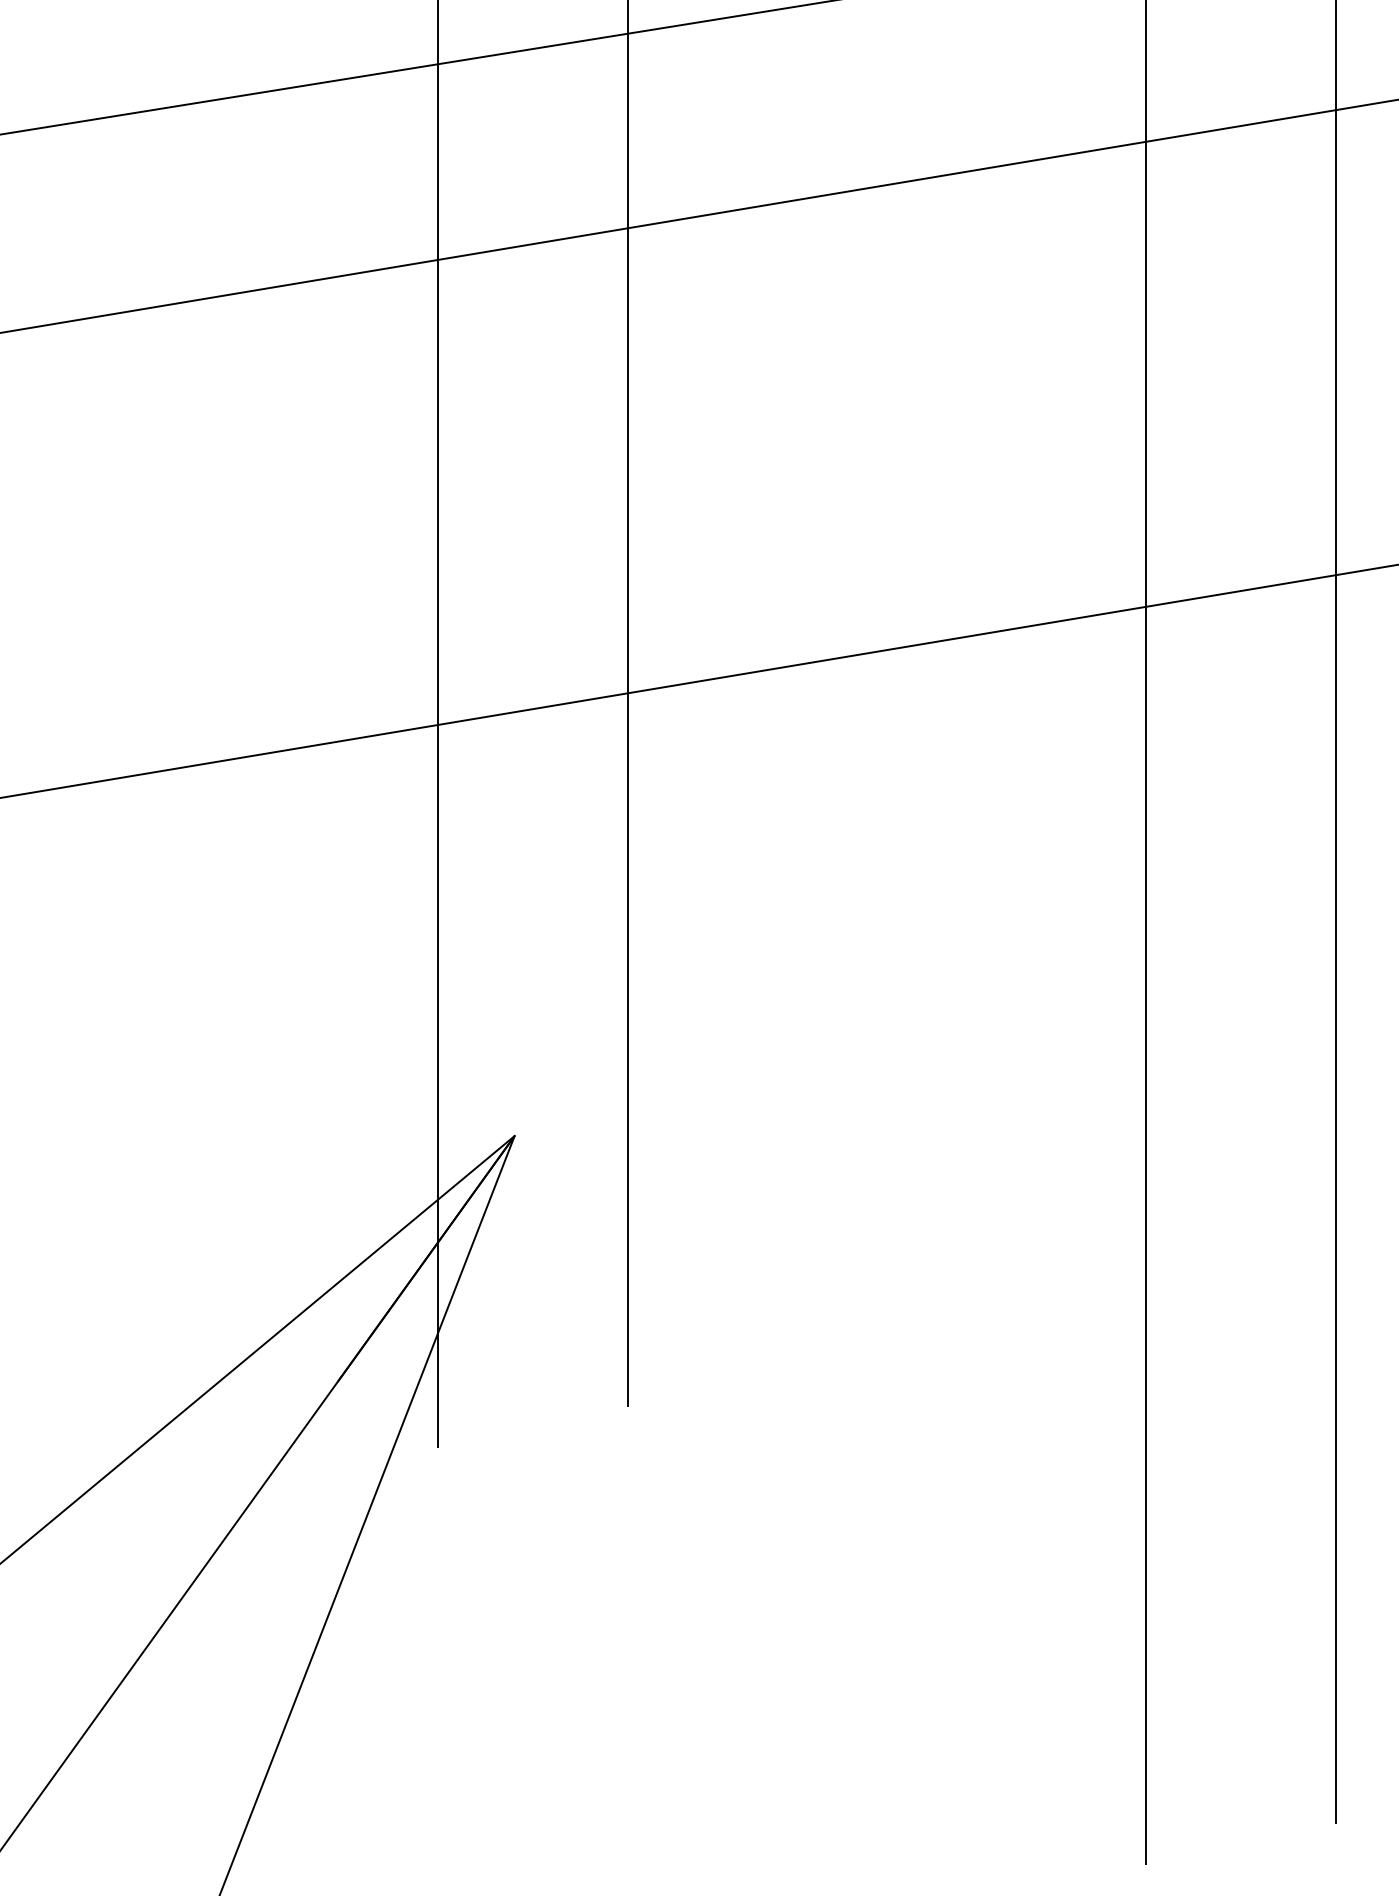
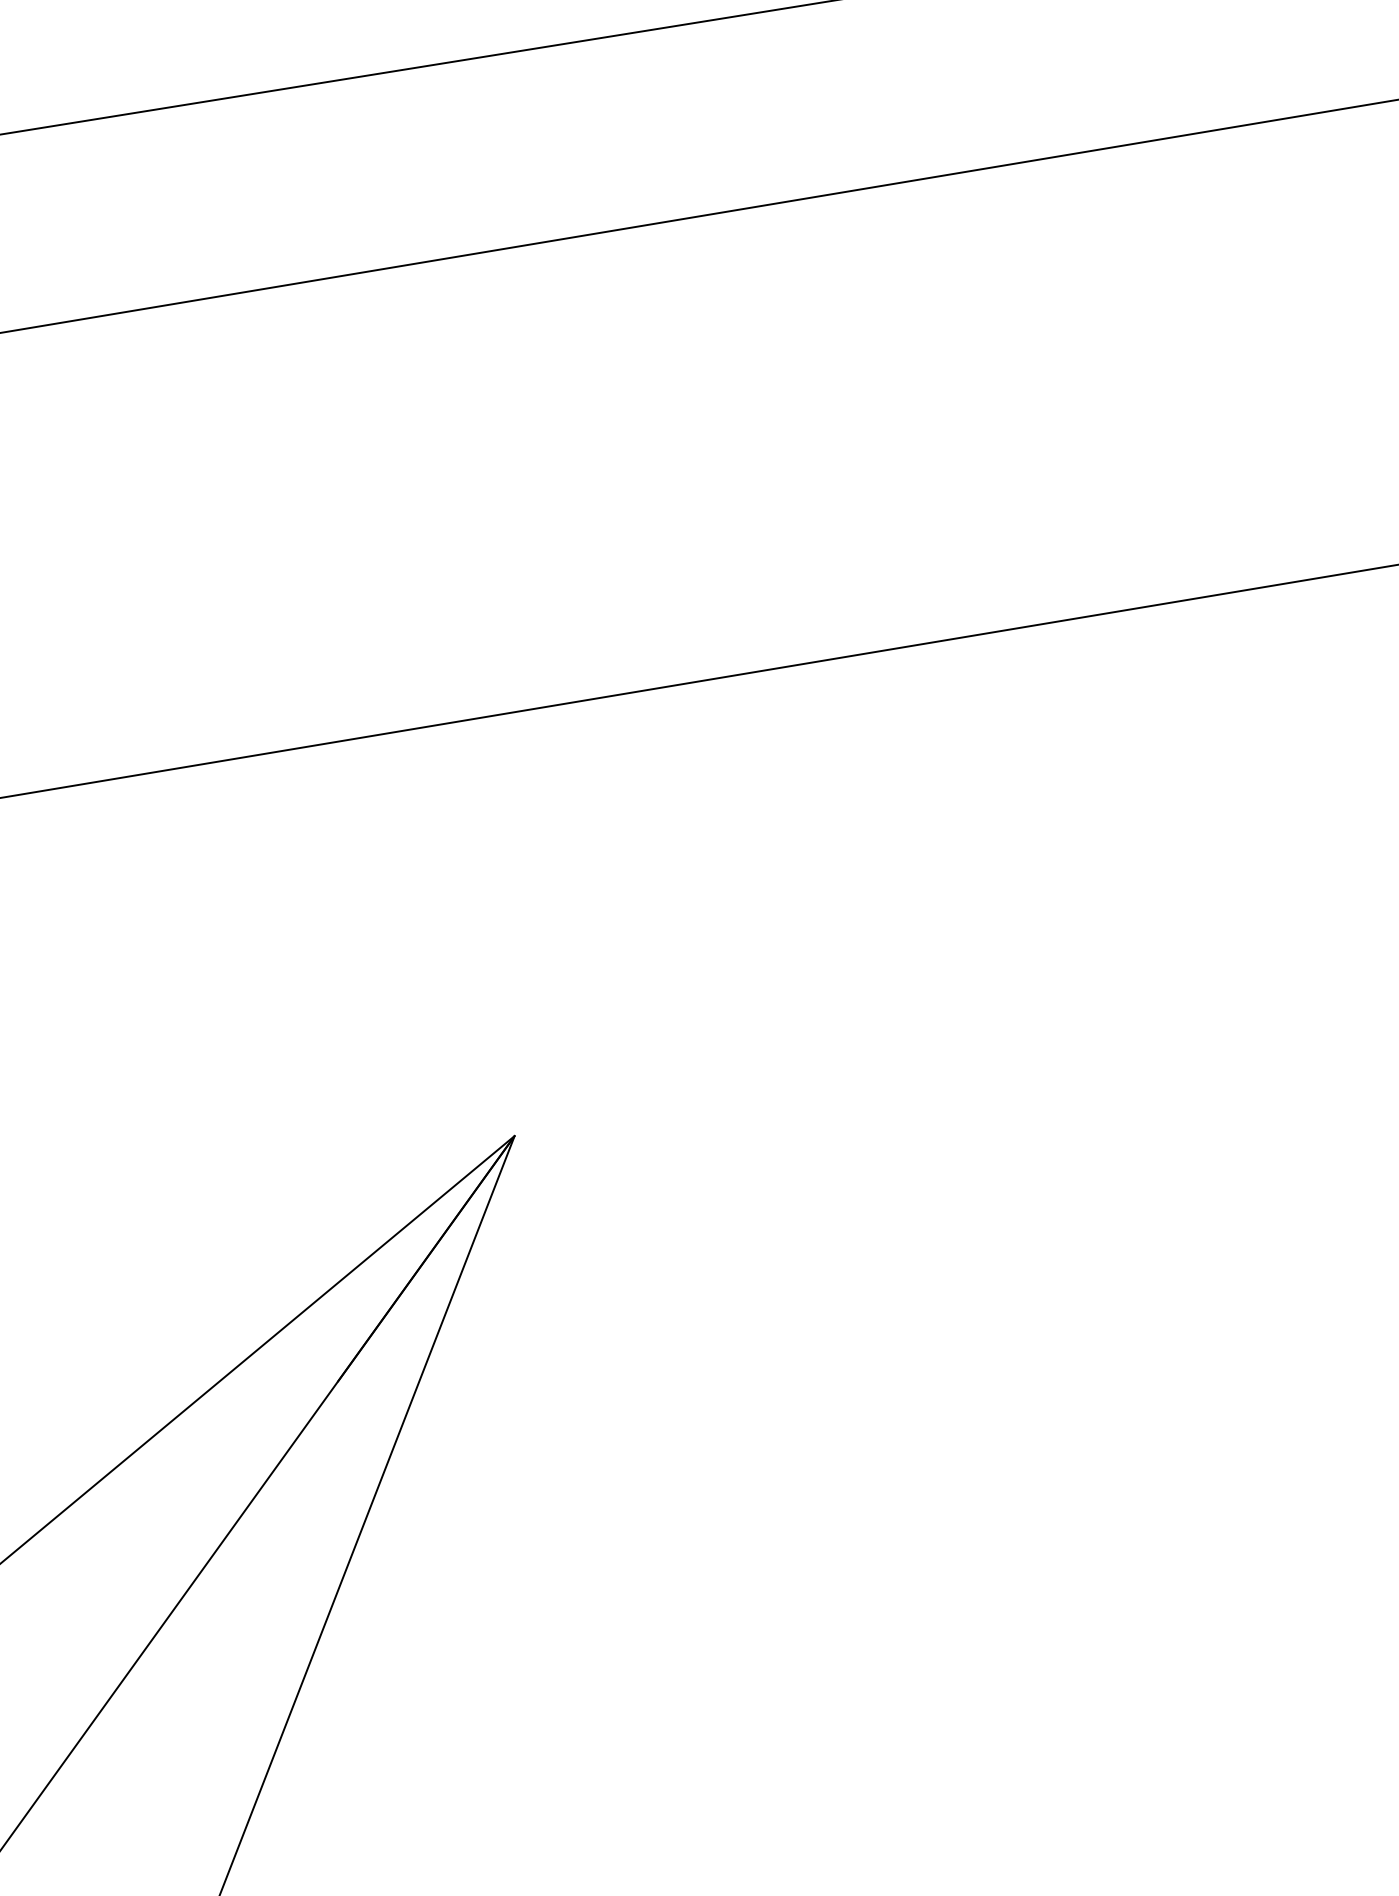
line at (627, 704): present -> none
line at (438, 725): present -> none
line at (1336, 912): present -> none
line at (1146, 933): present -> none
